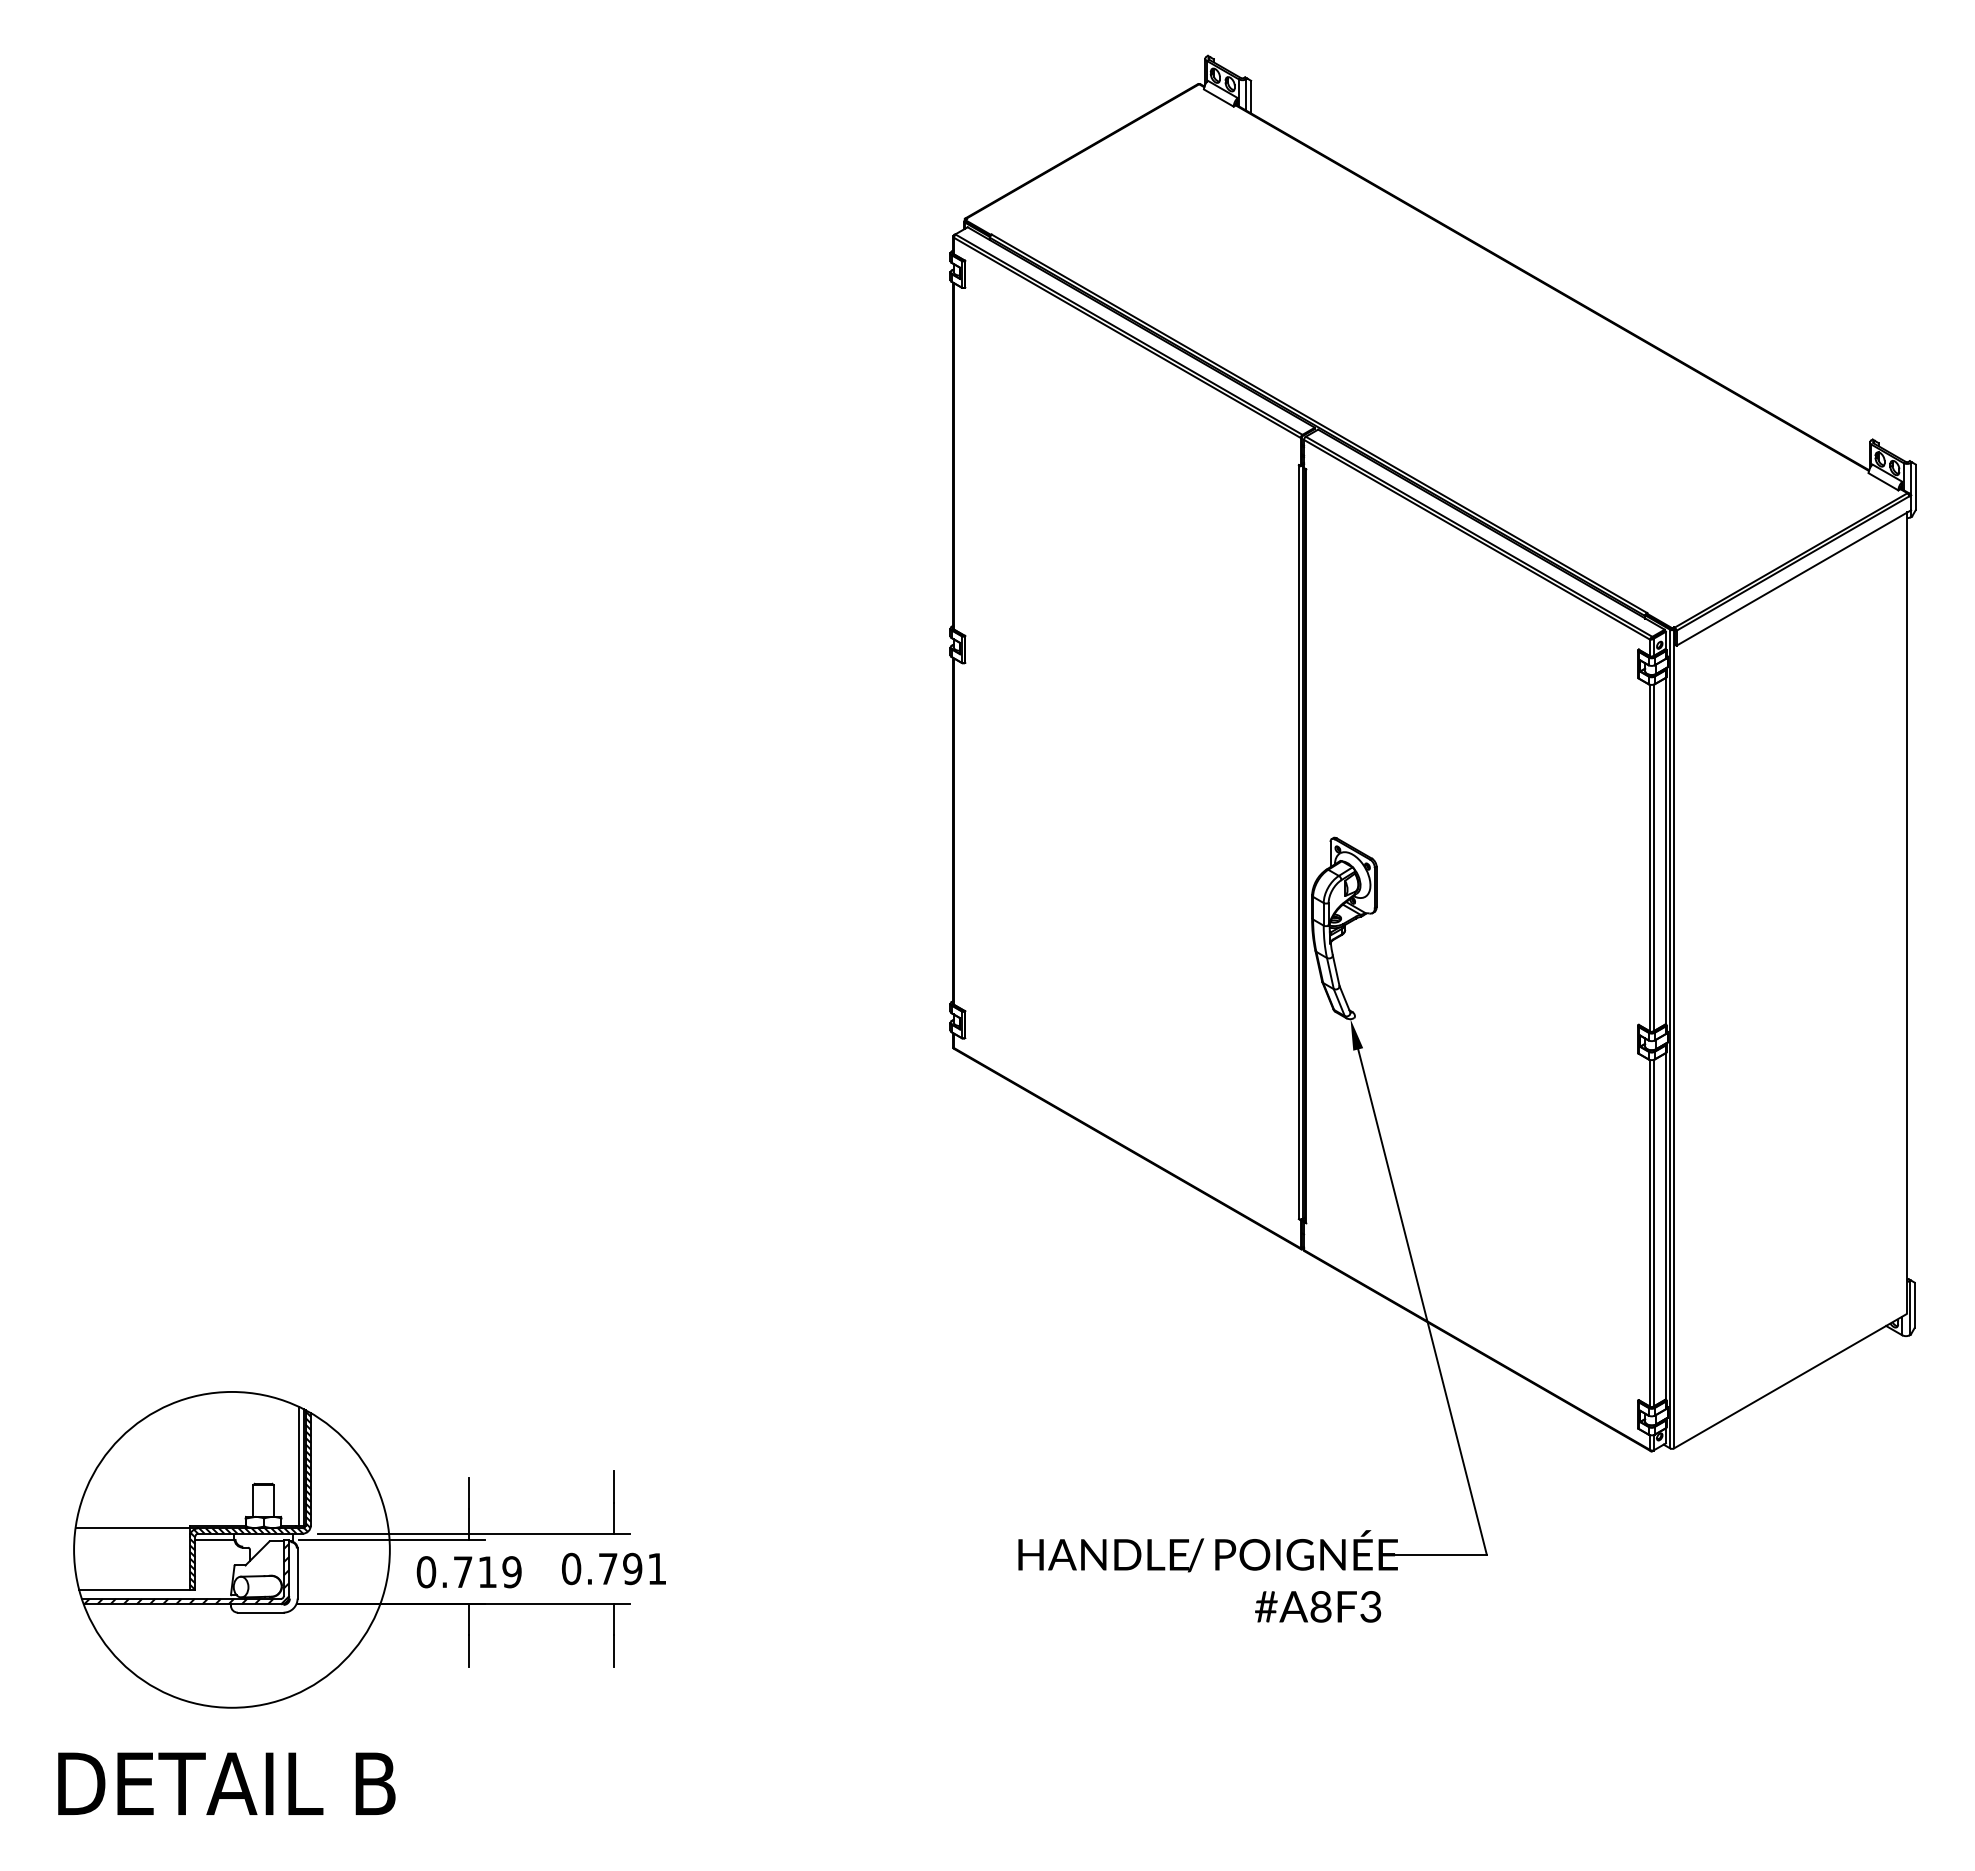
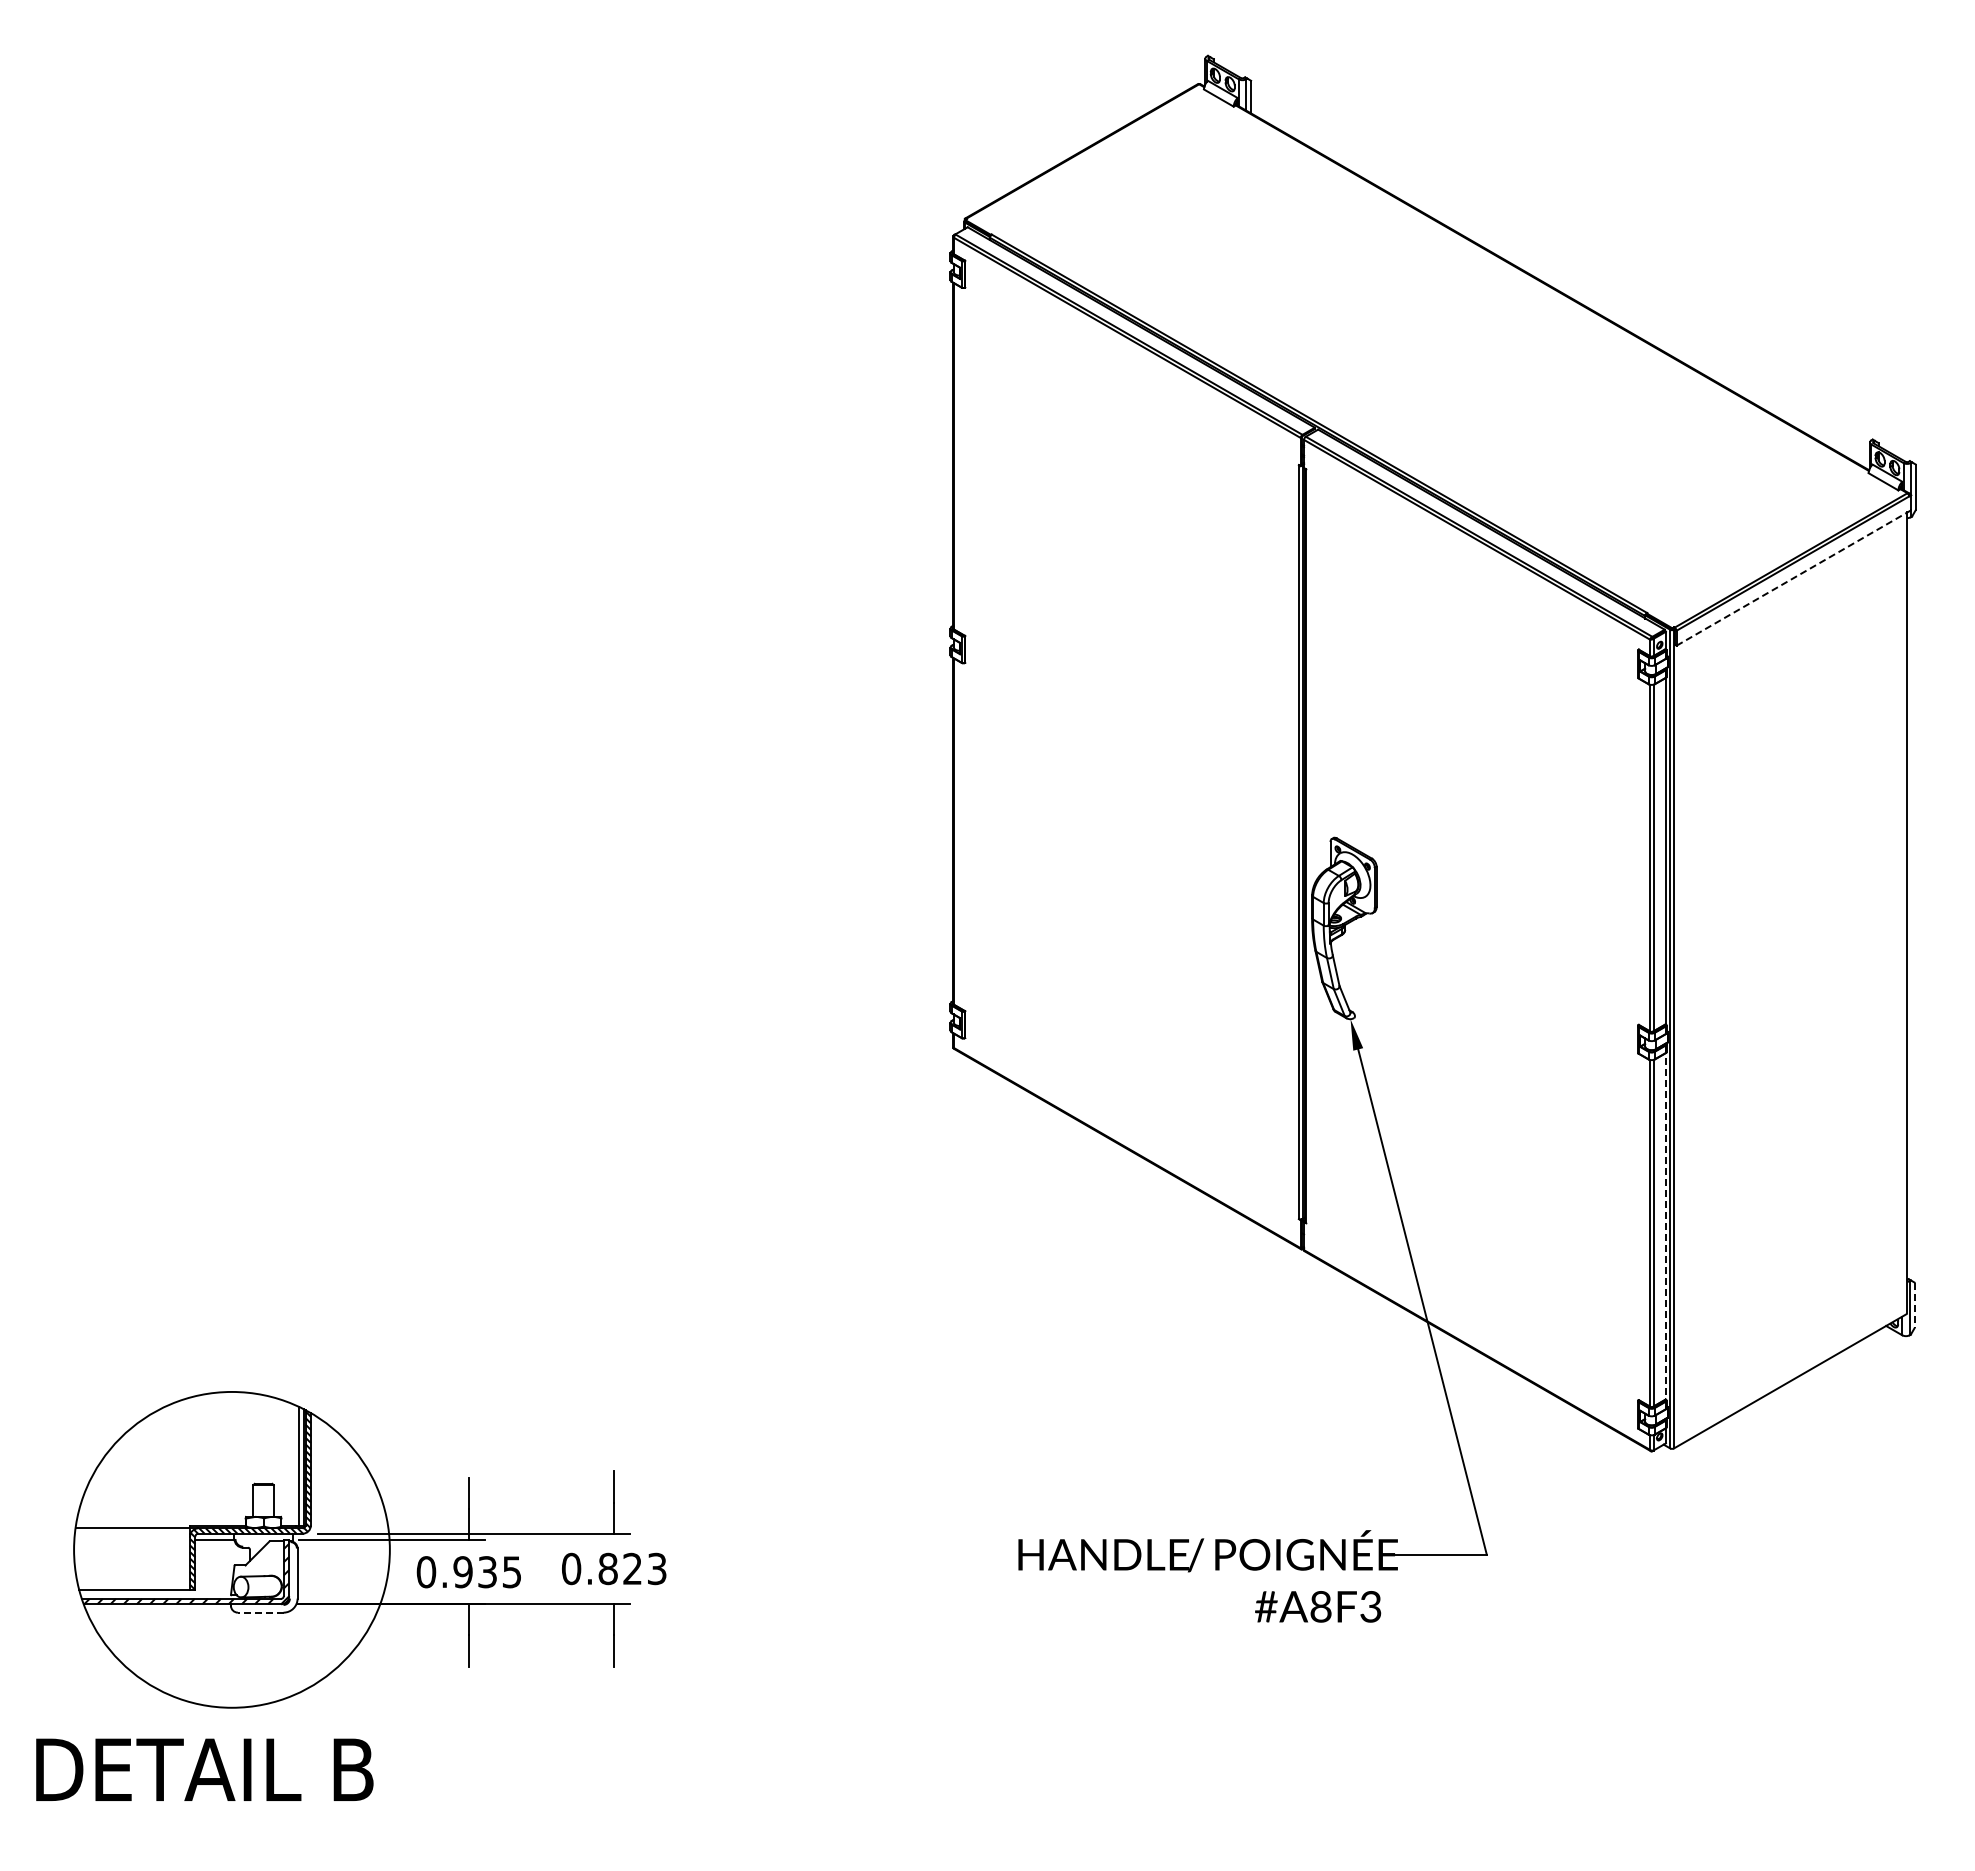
line at (1794, 577): solid -> dashed
line at (1665, 1223): solid -> dashed
line at (1914, 1305): solid -> dashed
text at (632, 1568): 0.791 -> 0.823
text at (487, 1572): 0.719 -> 0.935
line at (260, 1612): solid -> dashed
text at (226, 1783) position: (226, 1783) -> (204, 1769)
